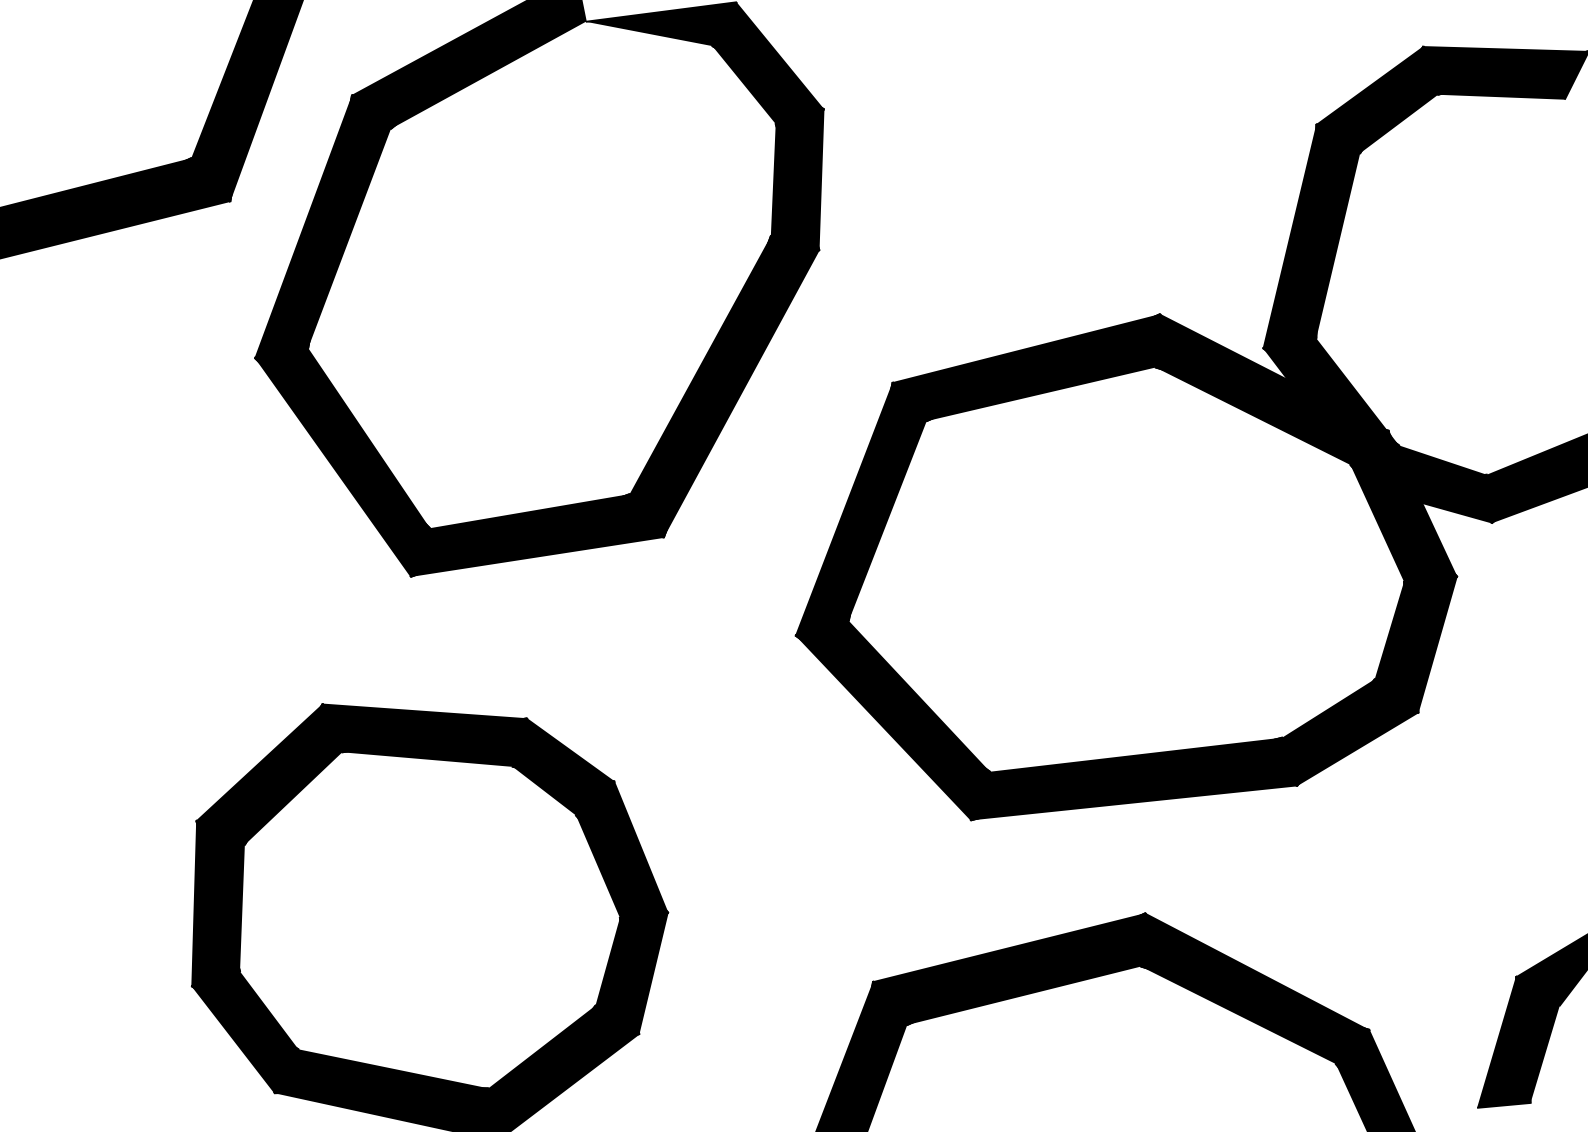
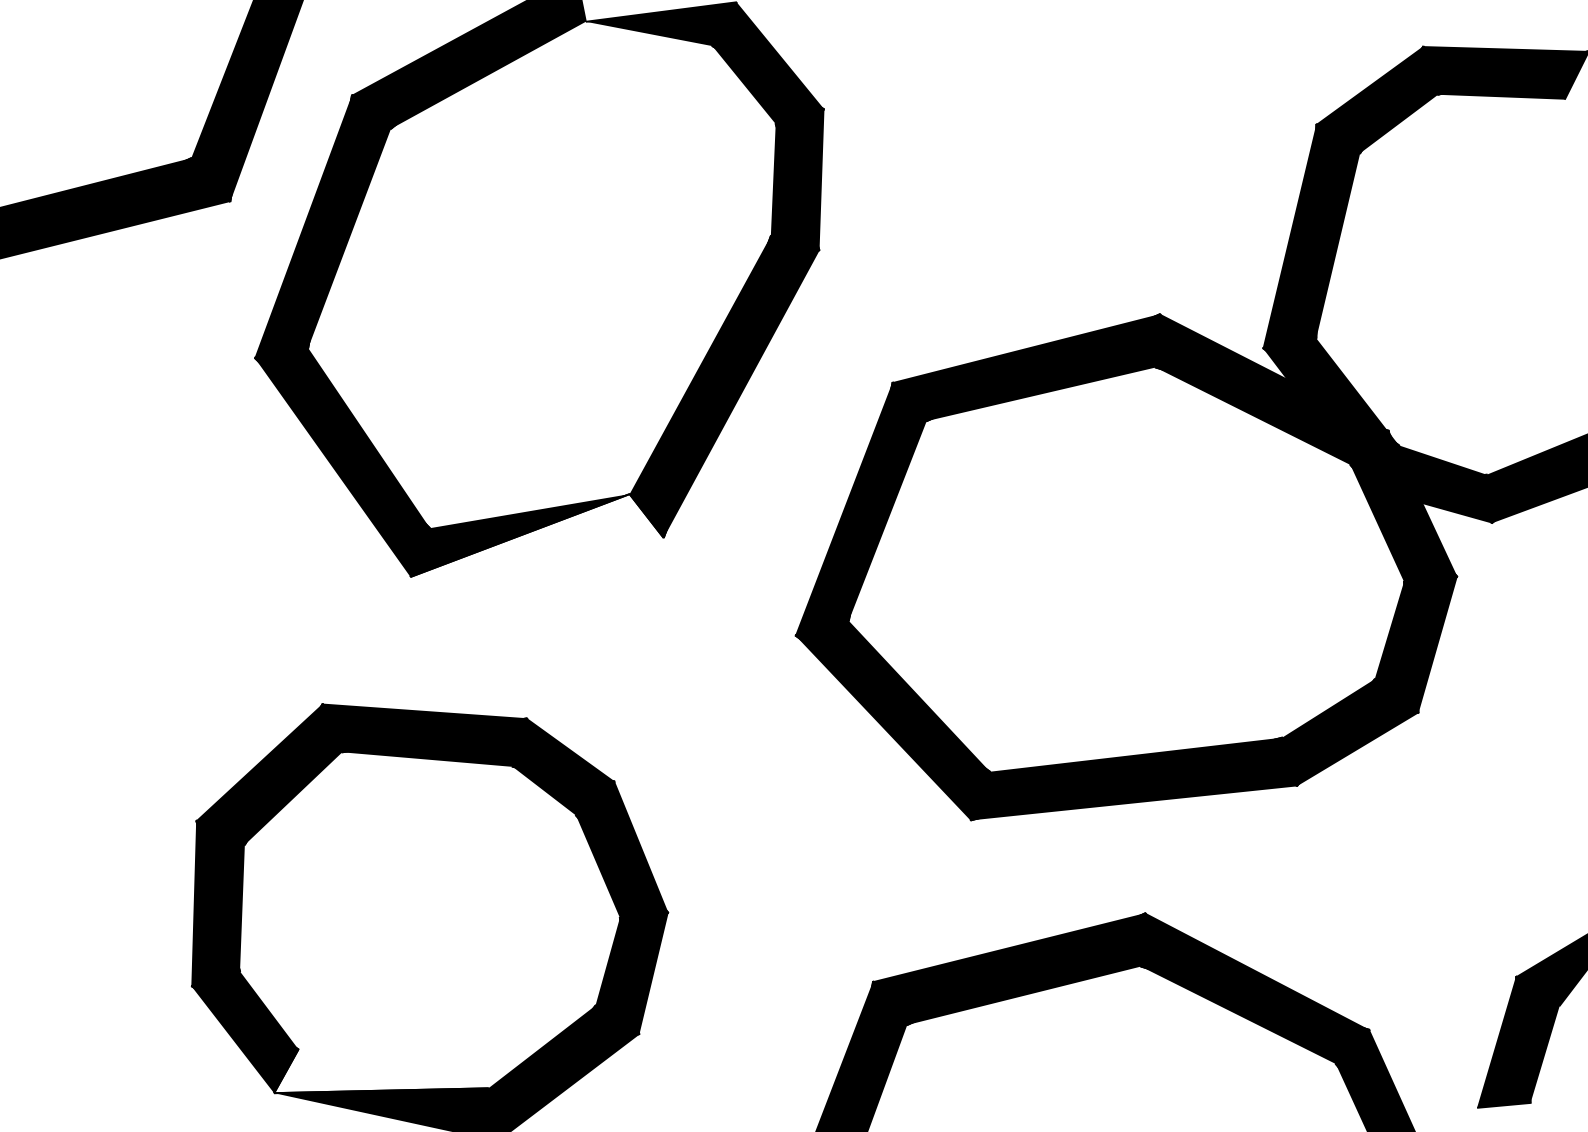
fill at (536, 535): present -> none
fill at (381, 1071): present -> none
